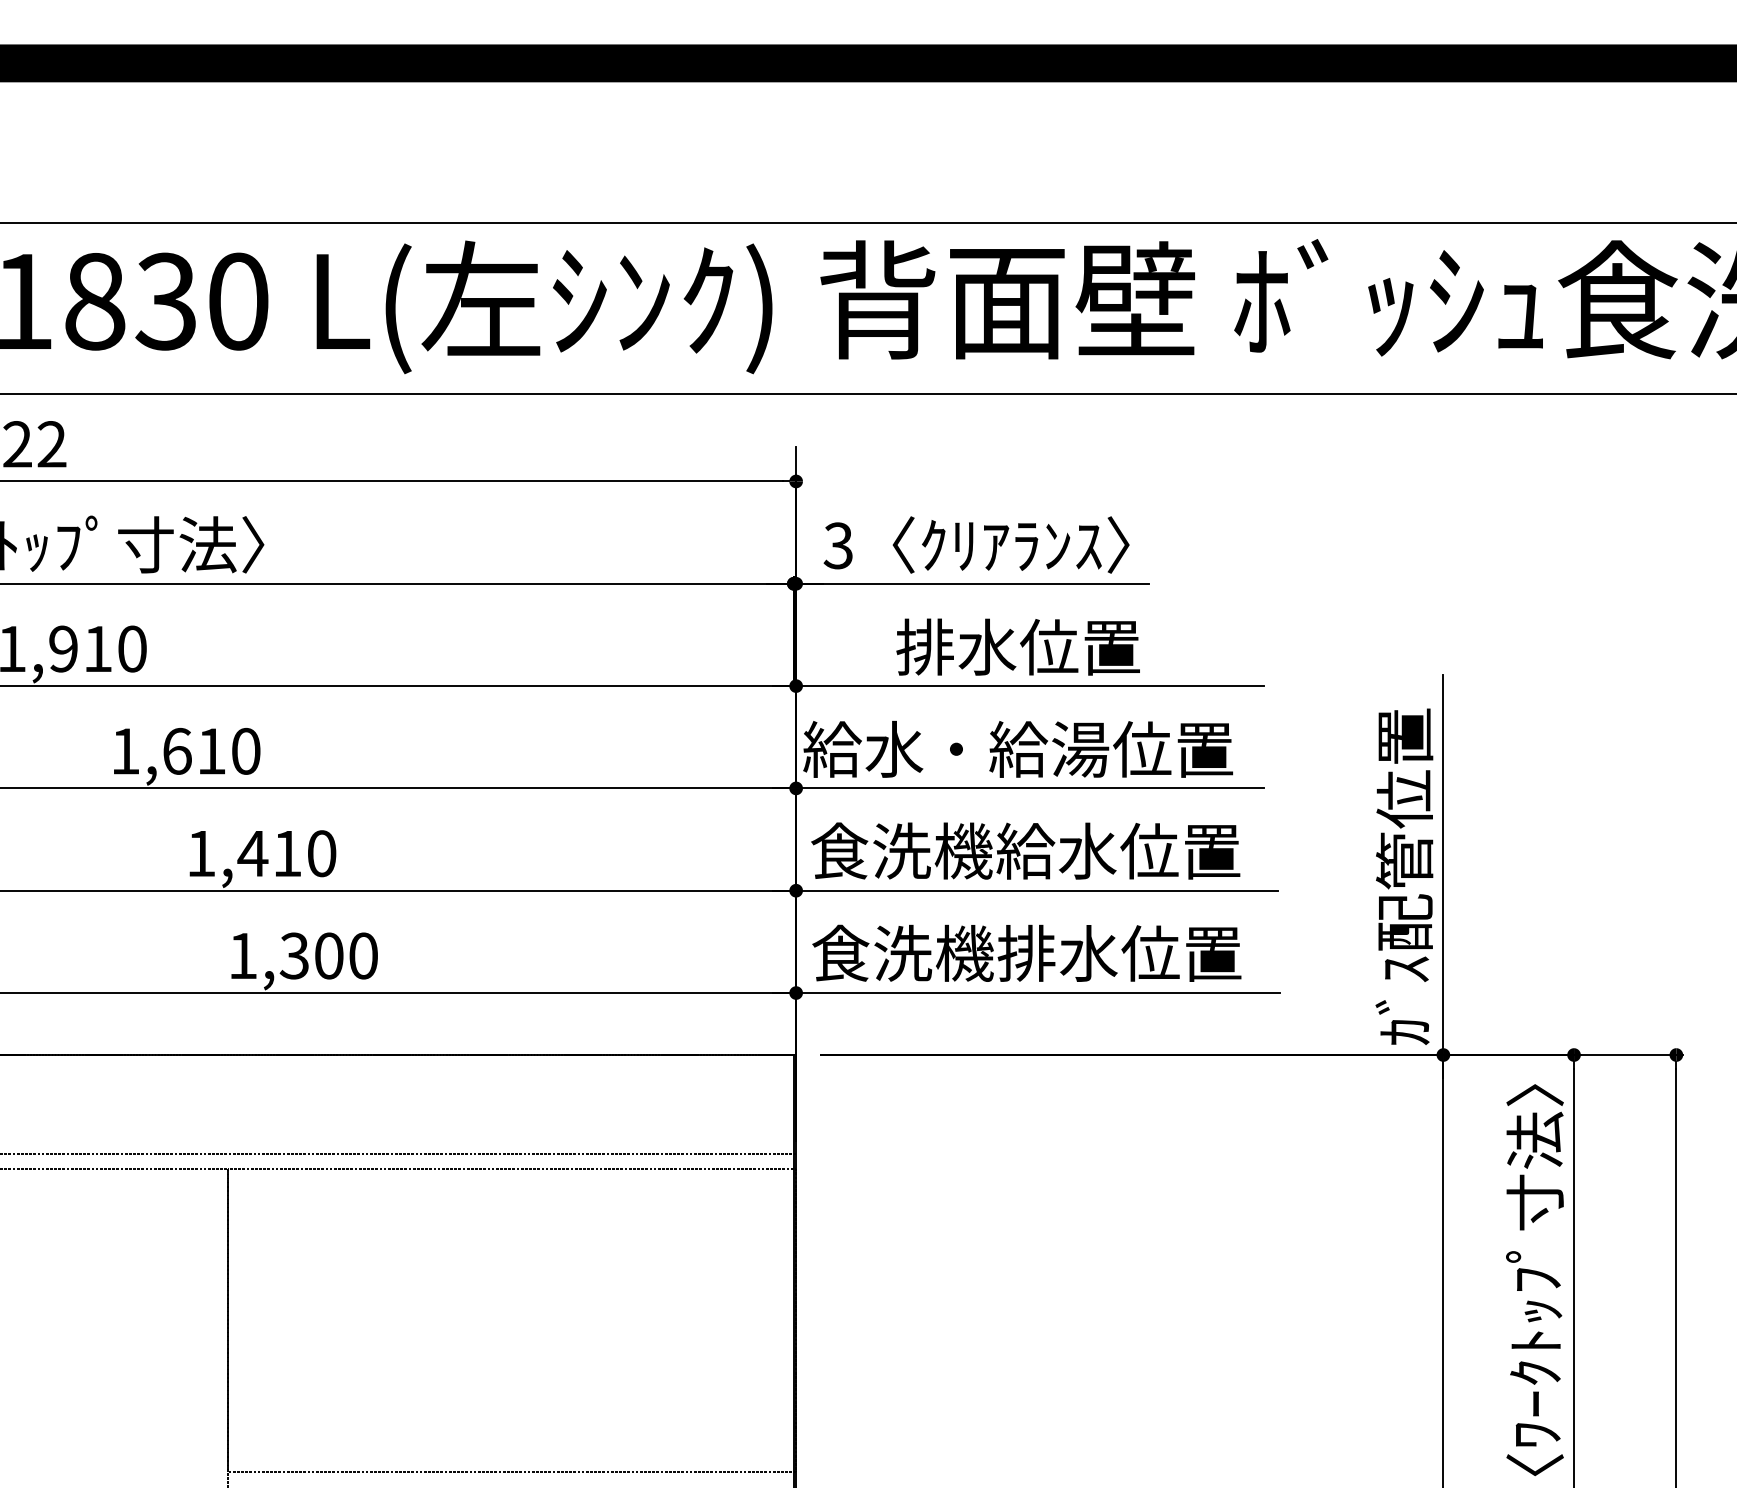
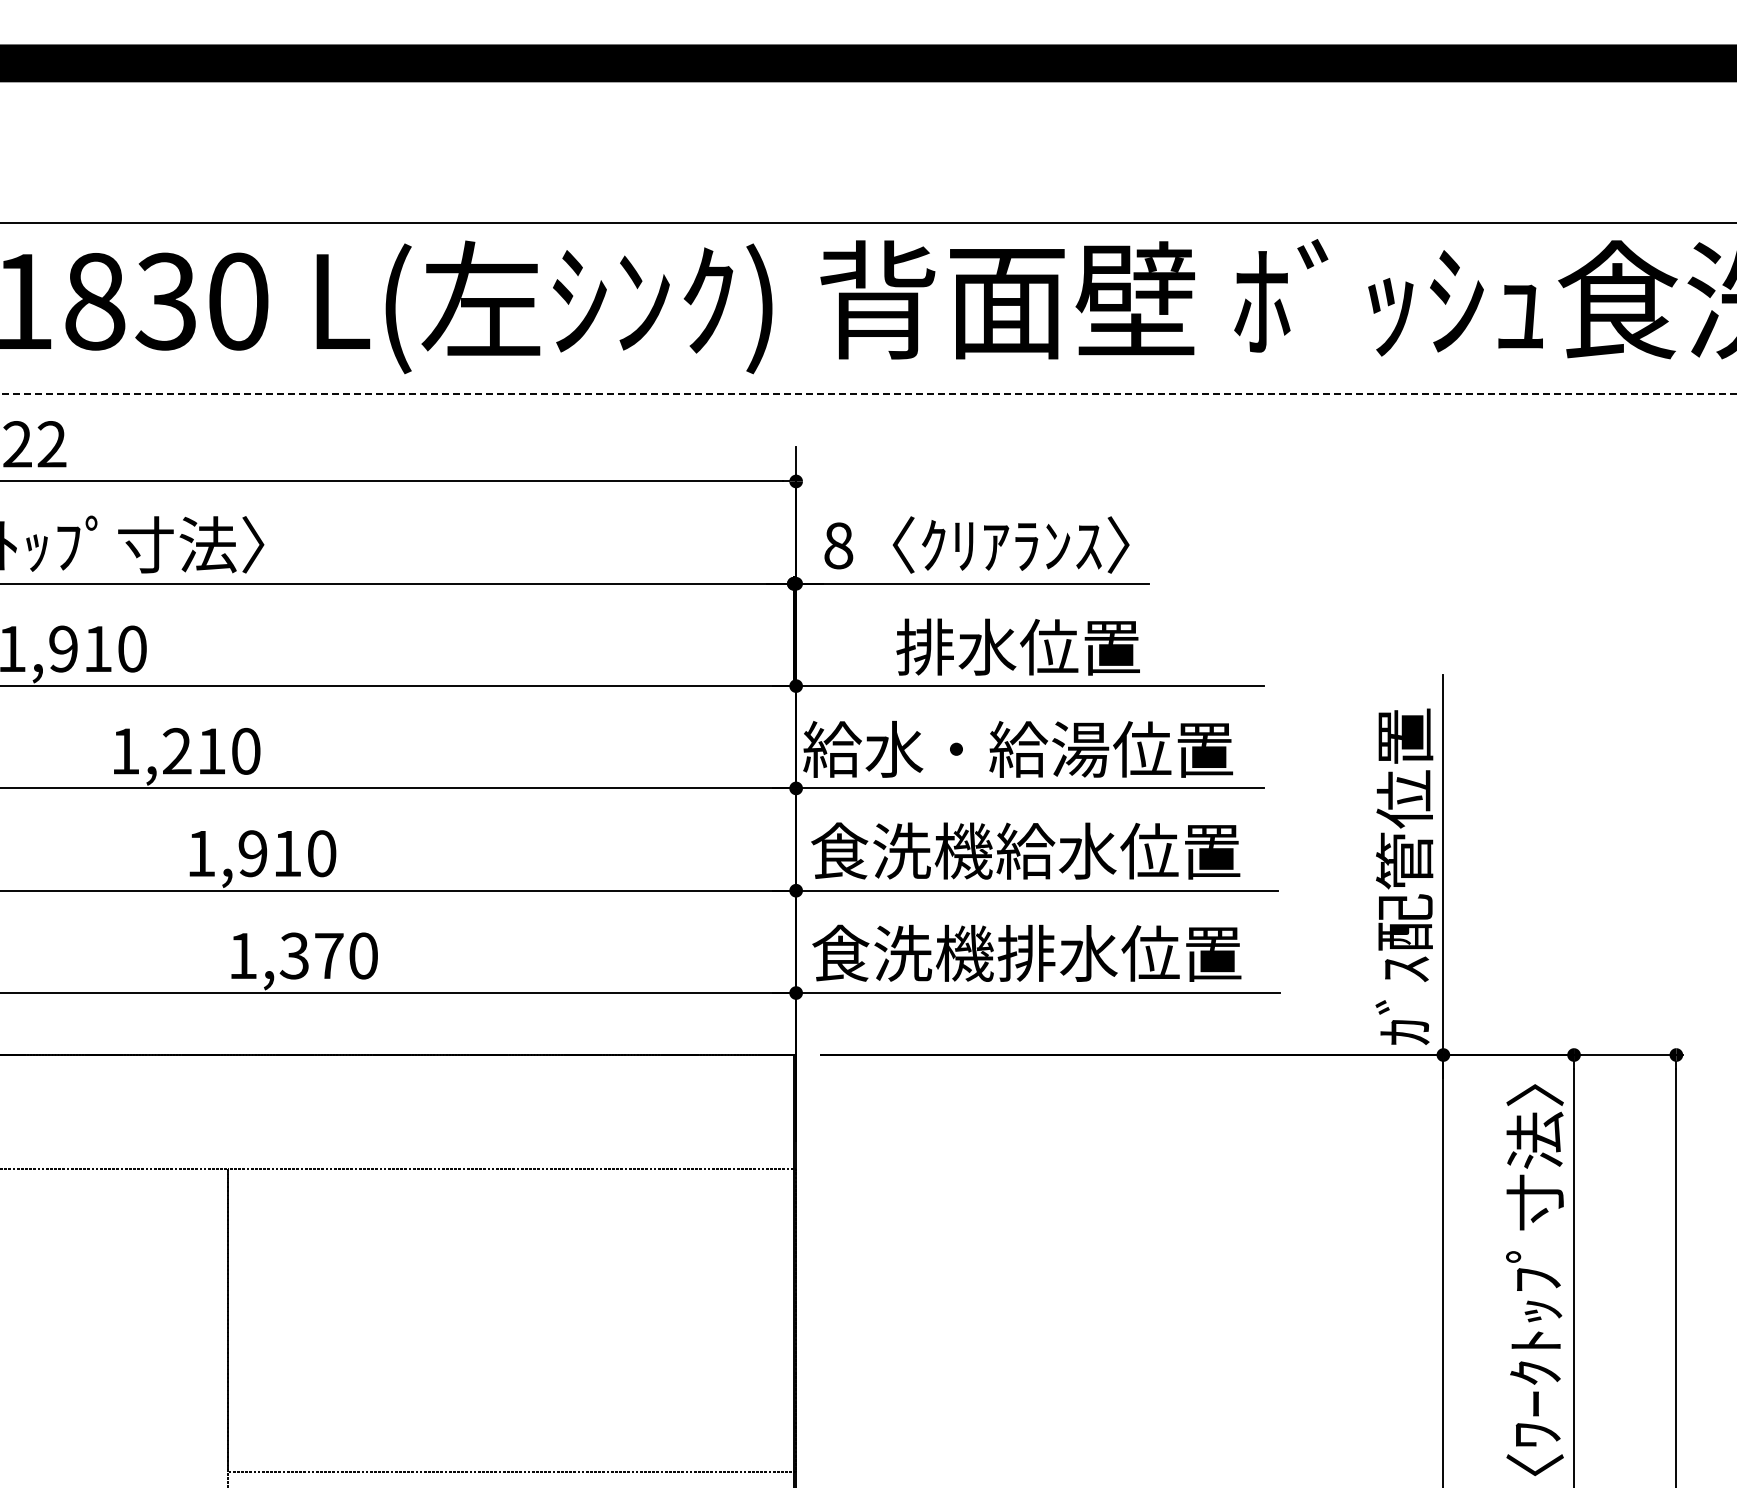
line at (868, 394): solid -> dashed
text at (838, 545): 3 -> 8
text at (177, 750): 1,610 -> 1,210
text at (252, 853): 1,410 -> 1,910
text at (329, 955): 1,300 -> 1,370
line at (399, 1154): present -> none
